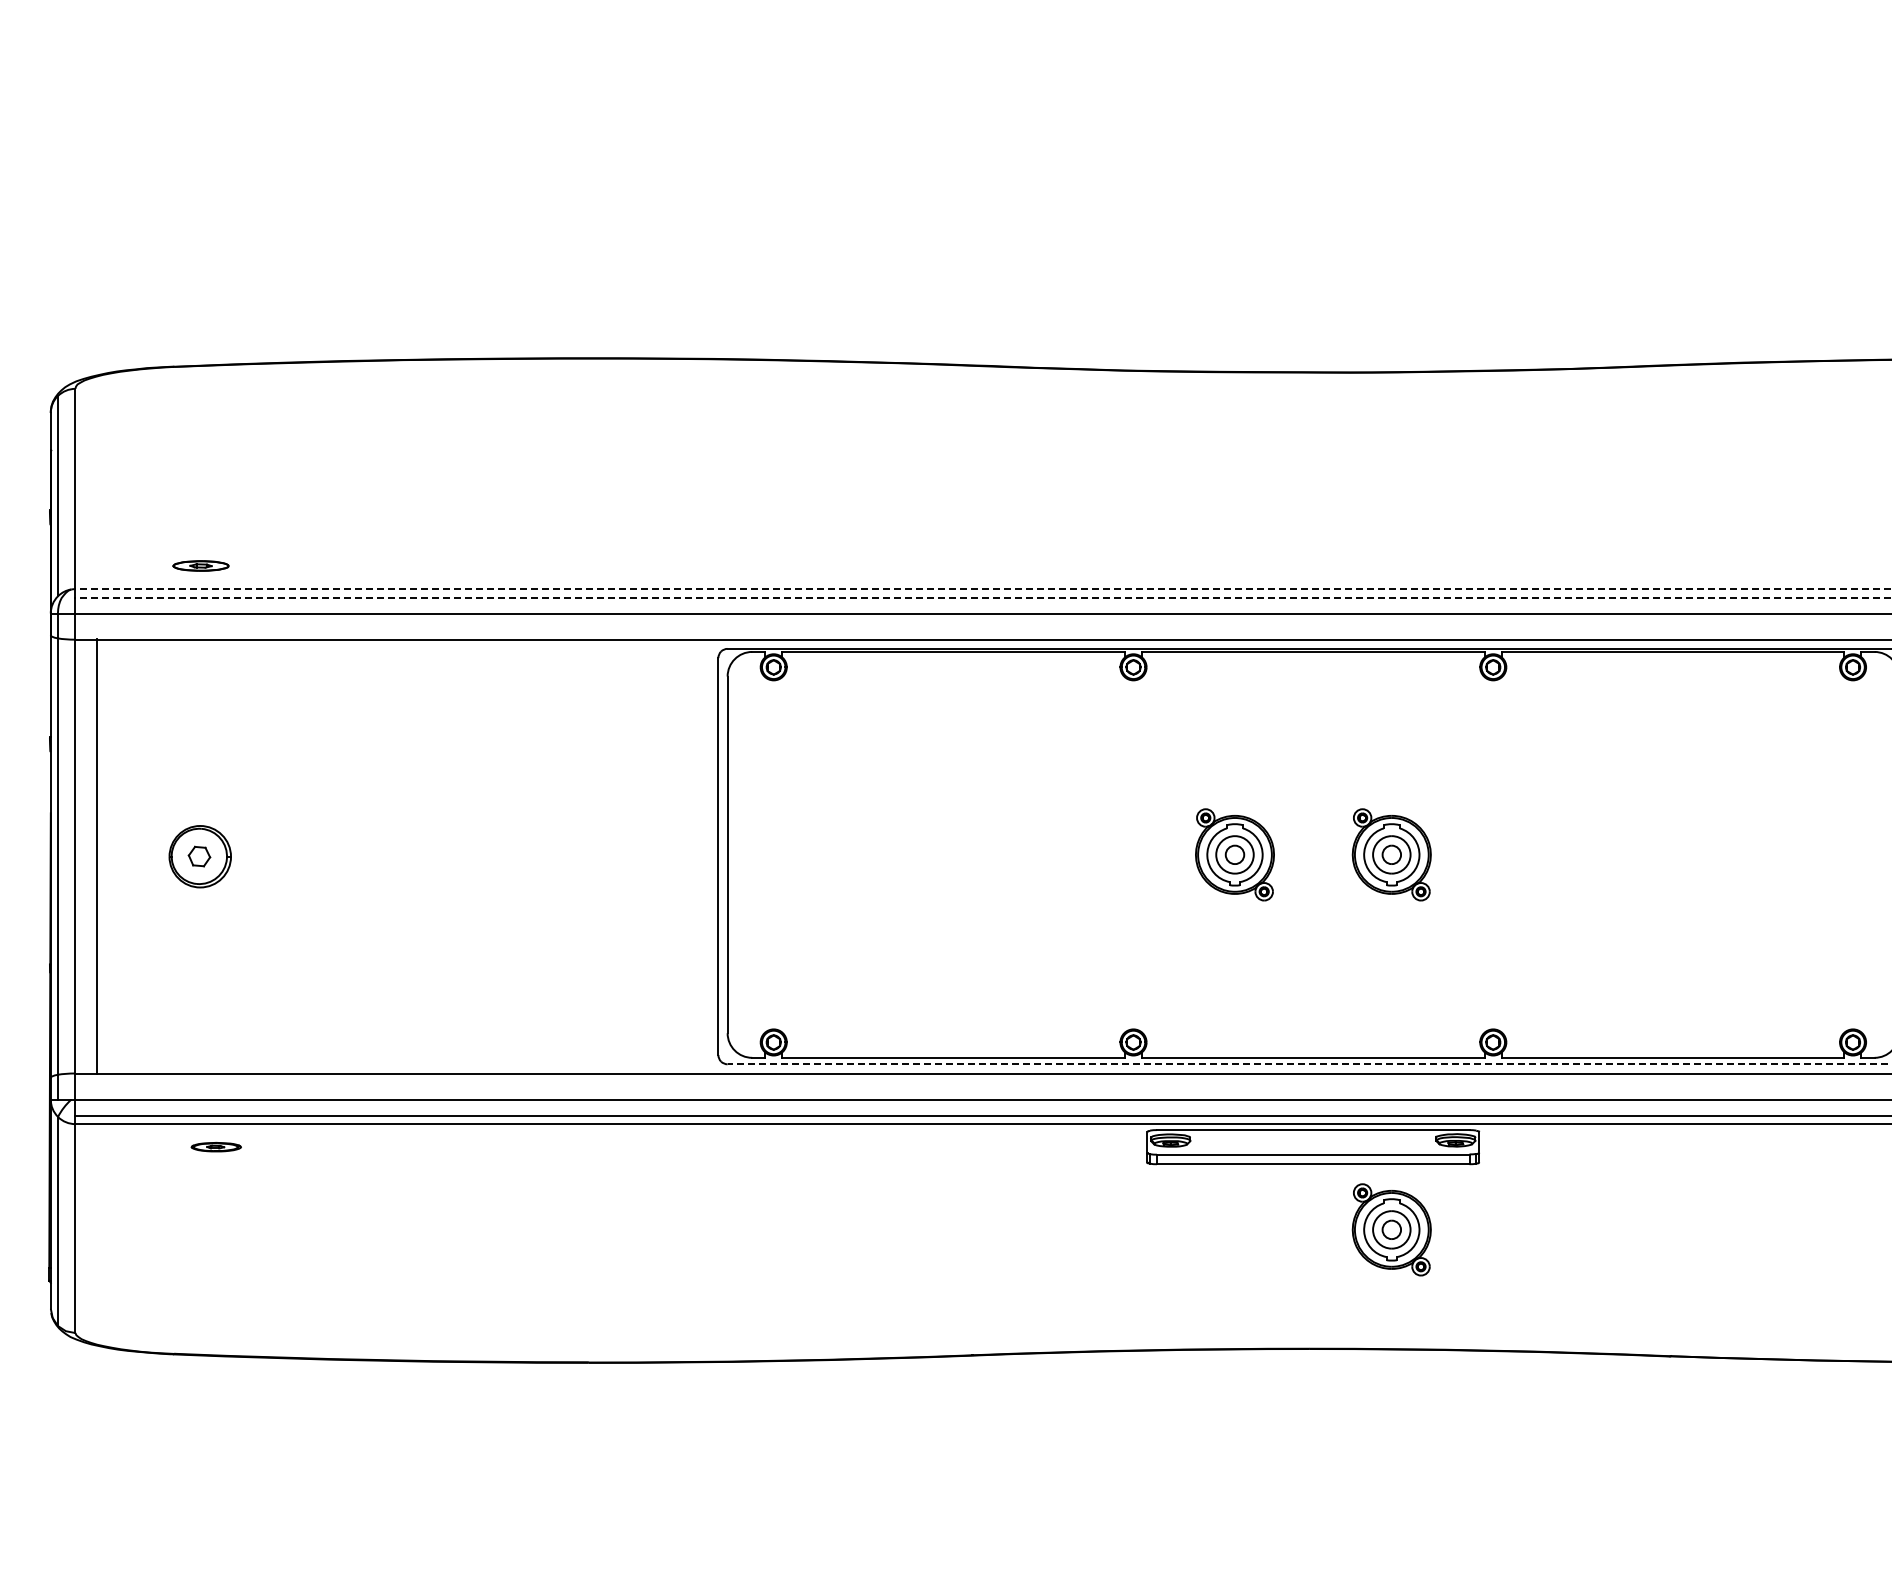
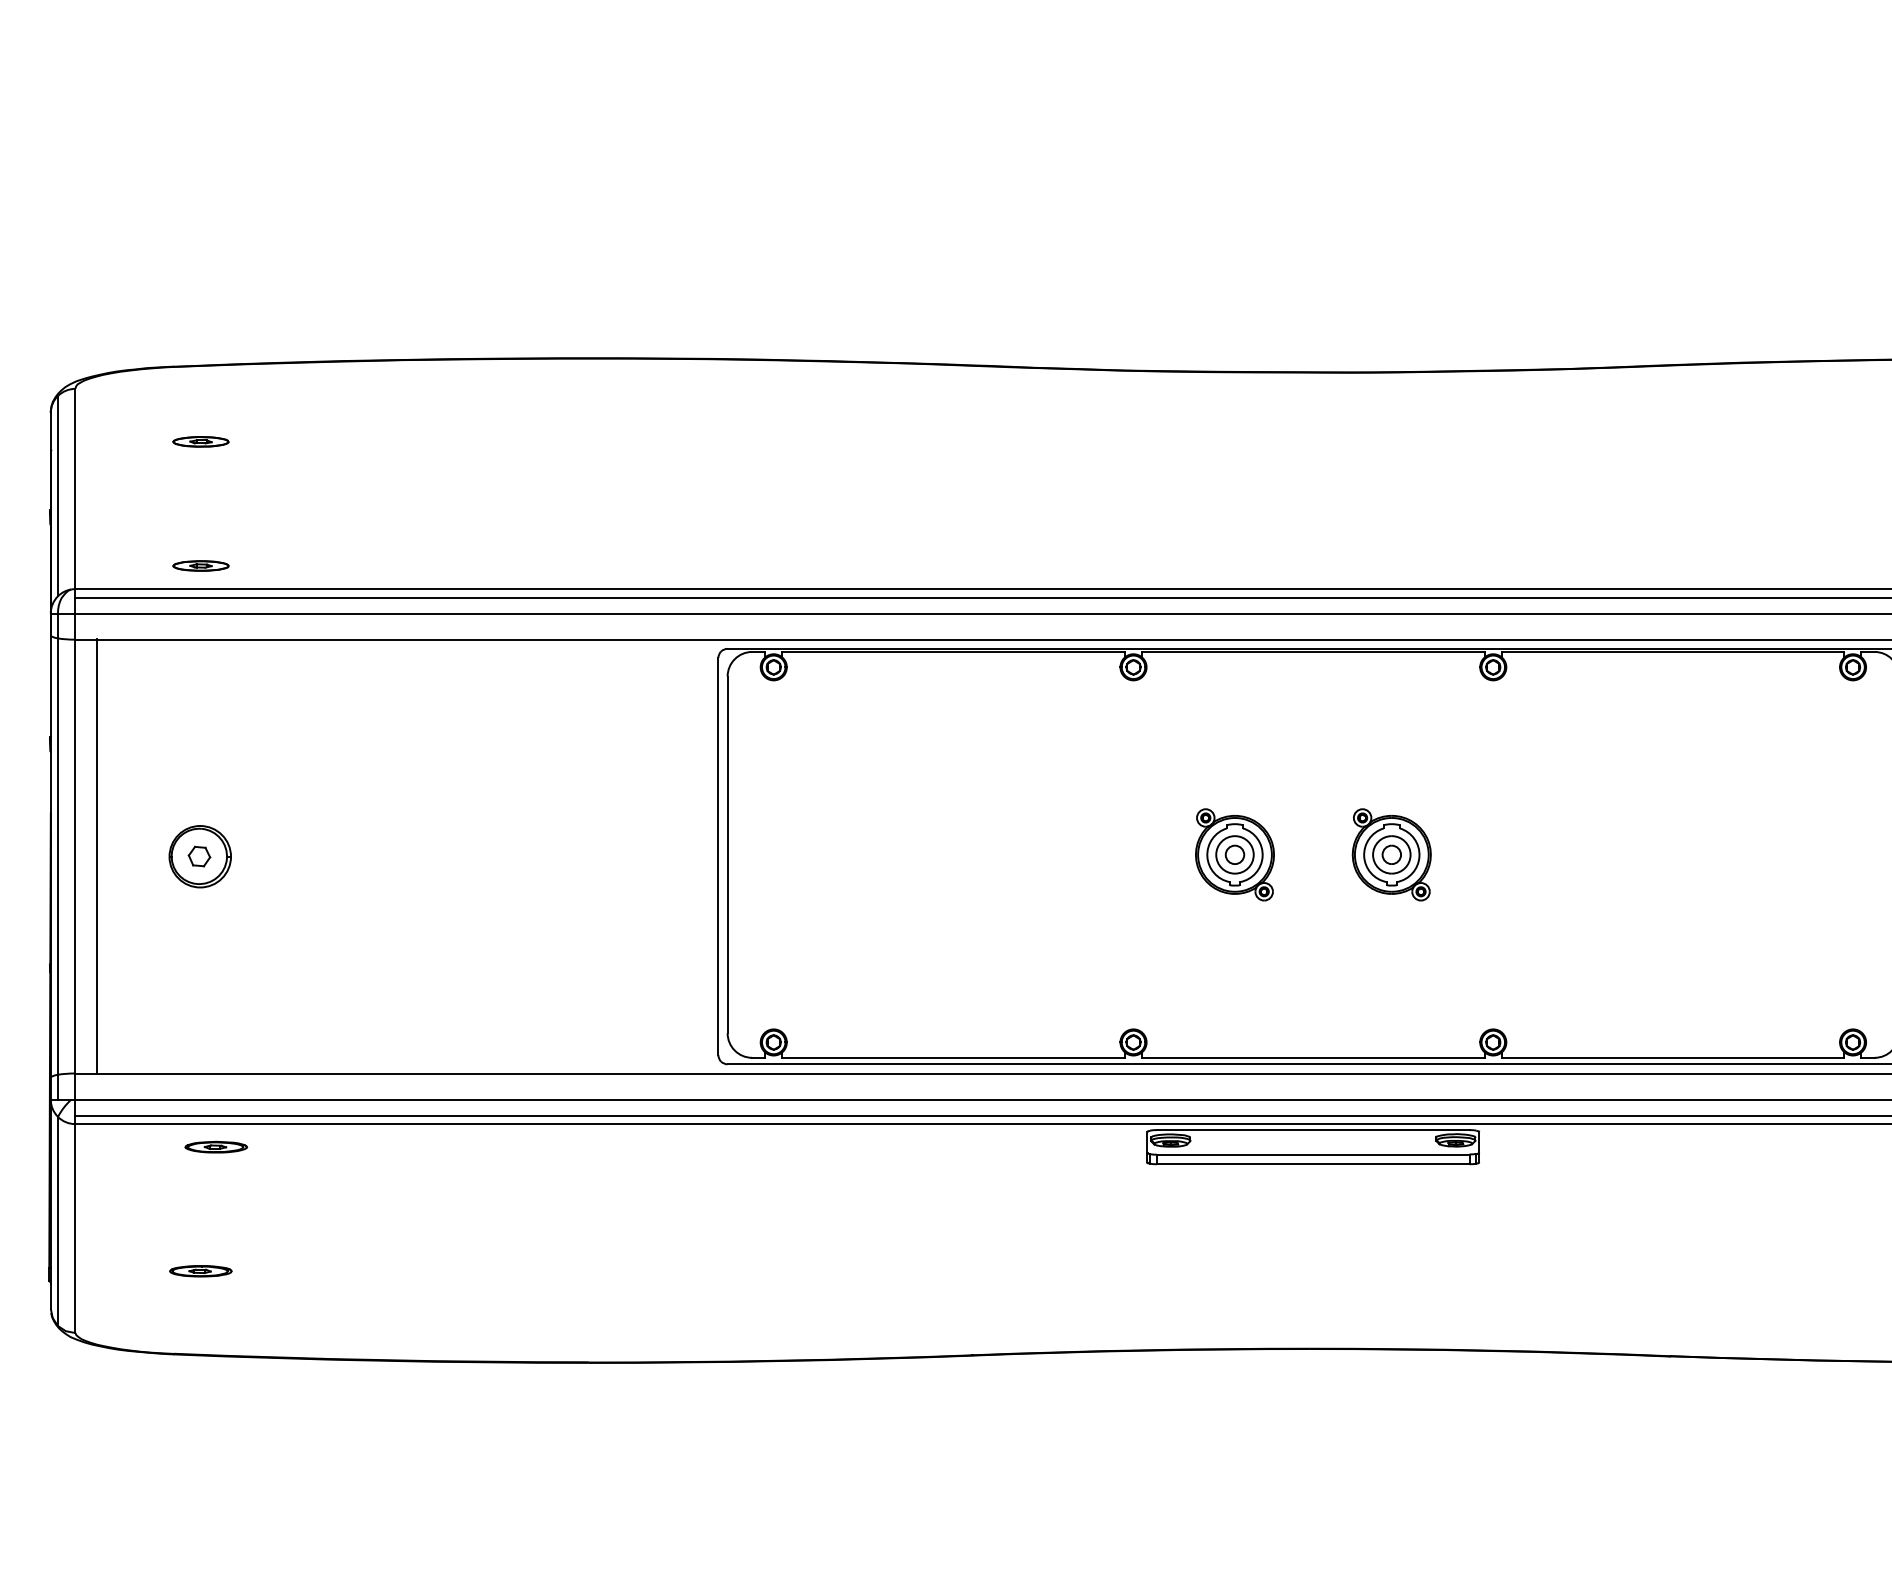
part at (200, 441): none -> present
line at (983, 589): dashed -> solid
line at (983, 597): dashed -> solid
line at (1309, 1064): dashed -> solid
part at (215, 1147) size: 52x11 px -> 65x14 px
part at (1391, 1229): present -> none
part at (200, 1271): none -> present
